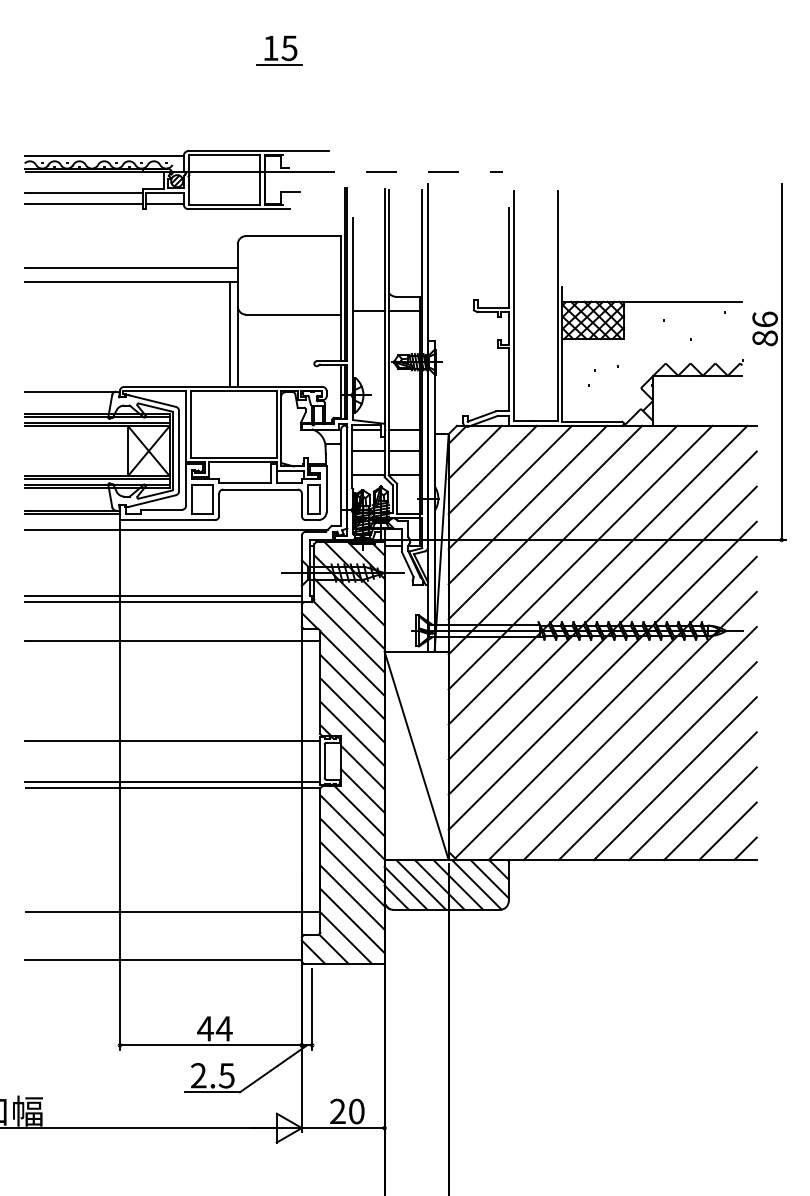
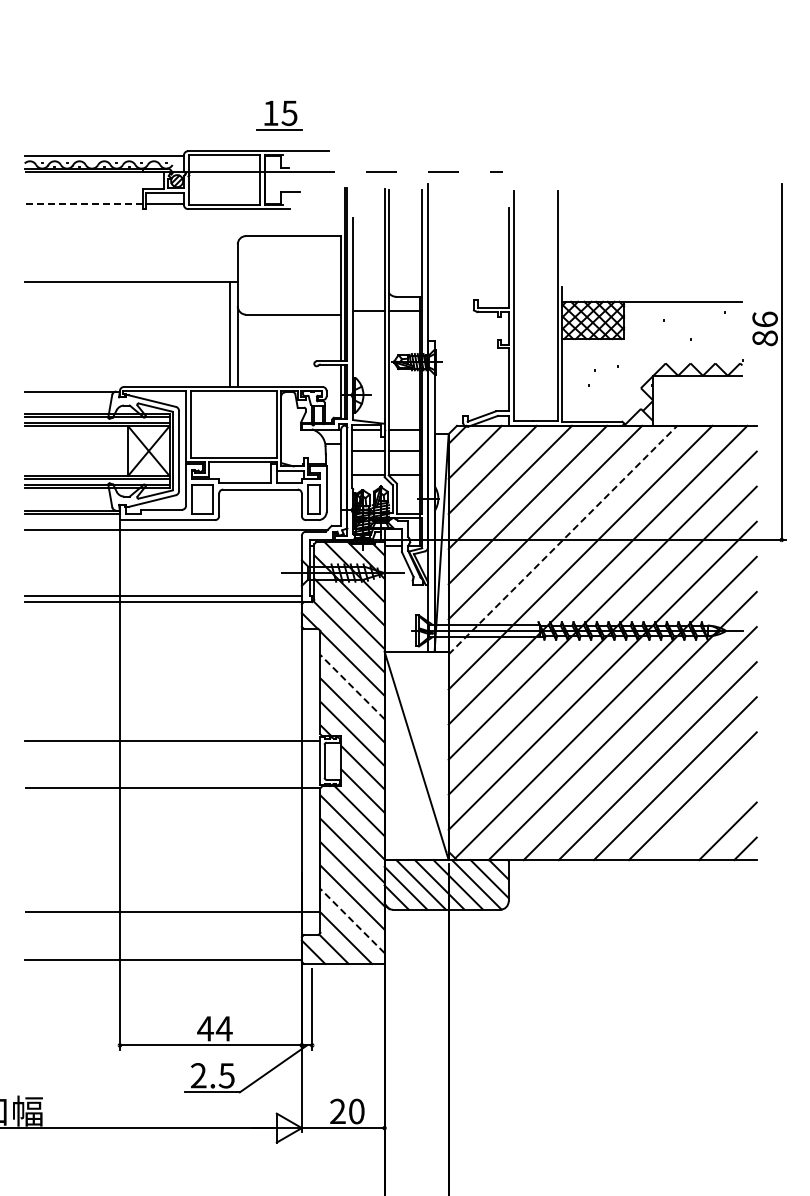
part at (279, 50) position: (279, 50) -> (279, 115)
line at (83, 192): present -> none
line at (83, 203): solid -> dashed
line at (130, 268): present -> none
line at (562, 540): solid -> dashed
line at (172, 641): present -> none
line at (352, 686): solid -> dashed
line at (172, 781): present -> none
line at (710, 813): present -> none
line at (352, 920): solid -> dashed
